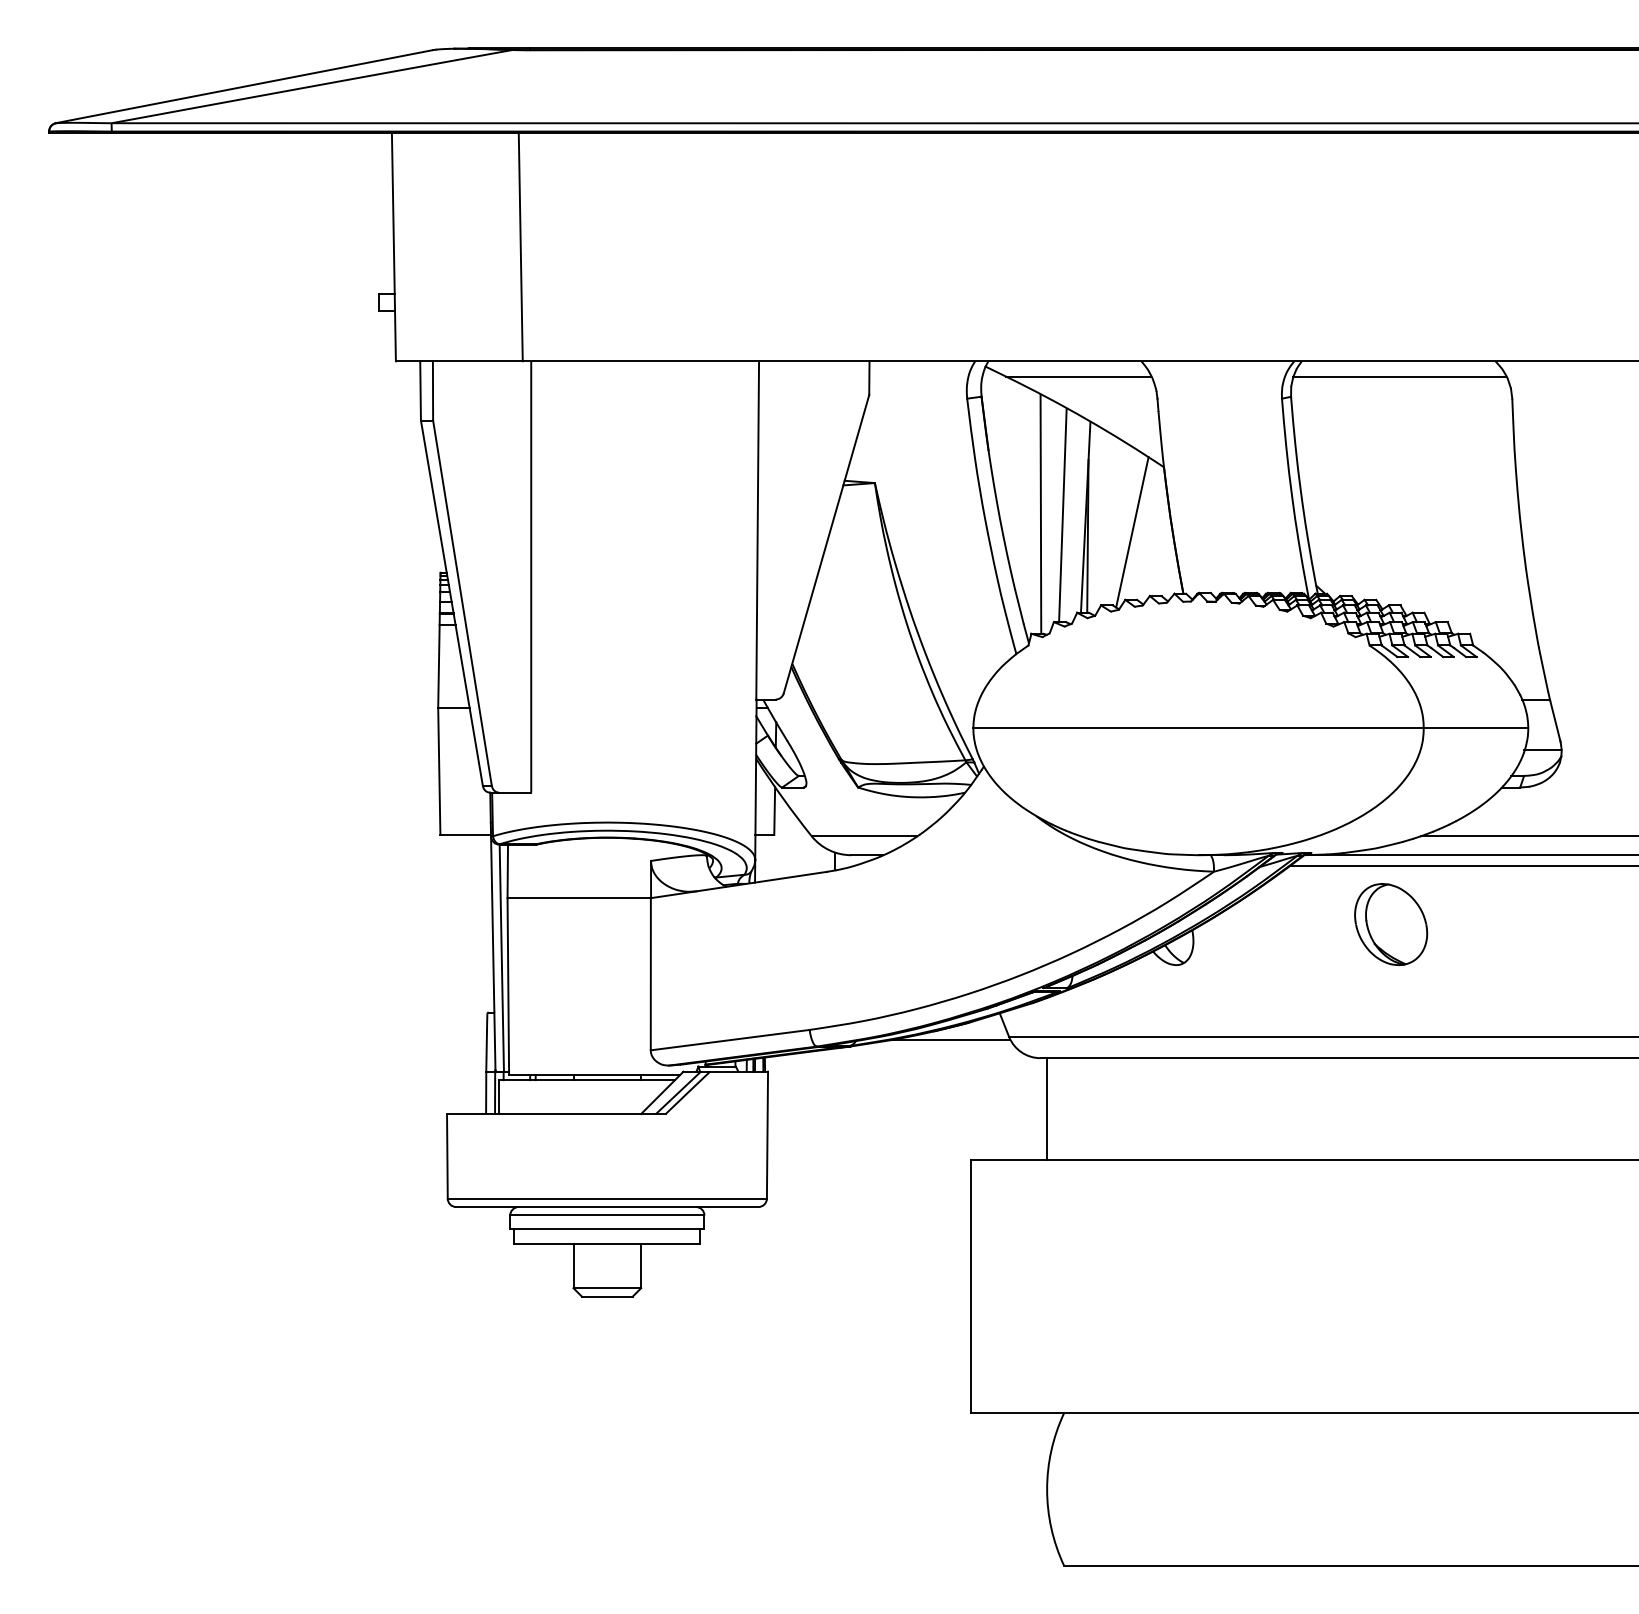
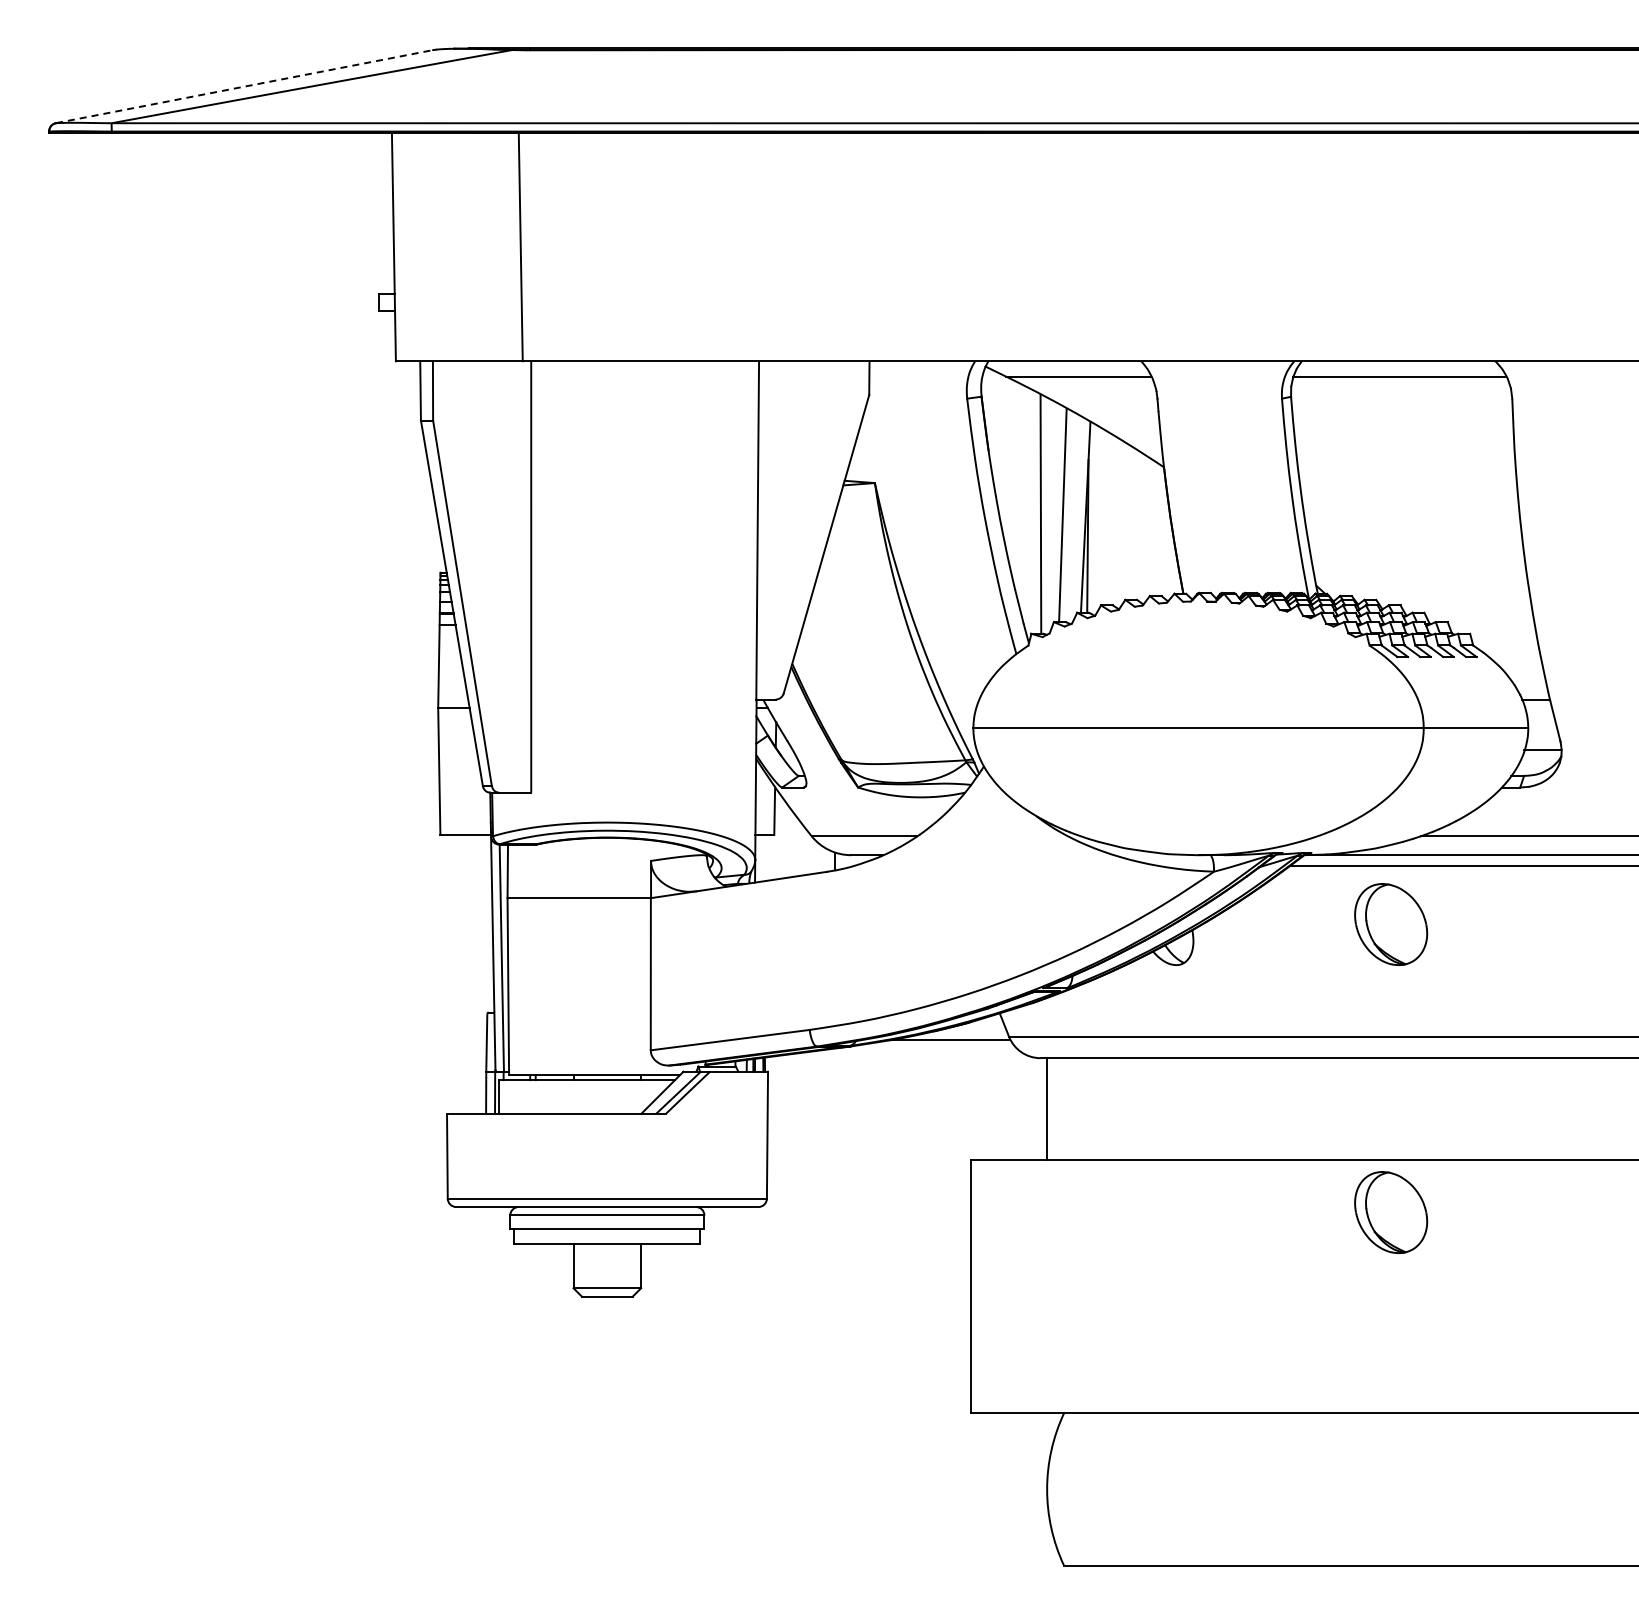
line at (245, 86): solid -> dashed
line at (1132, 532): present -> none
part at (1391, 1212): none -> present
